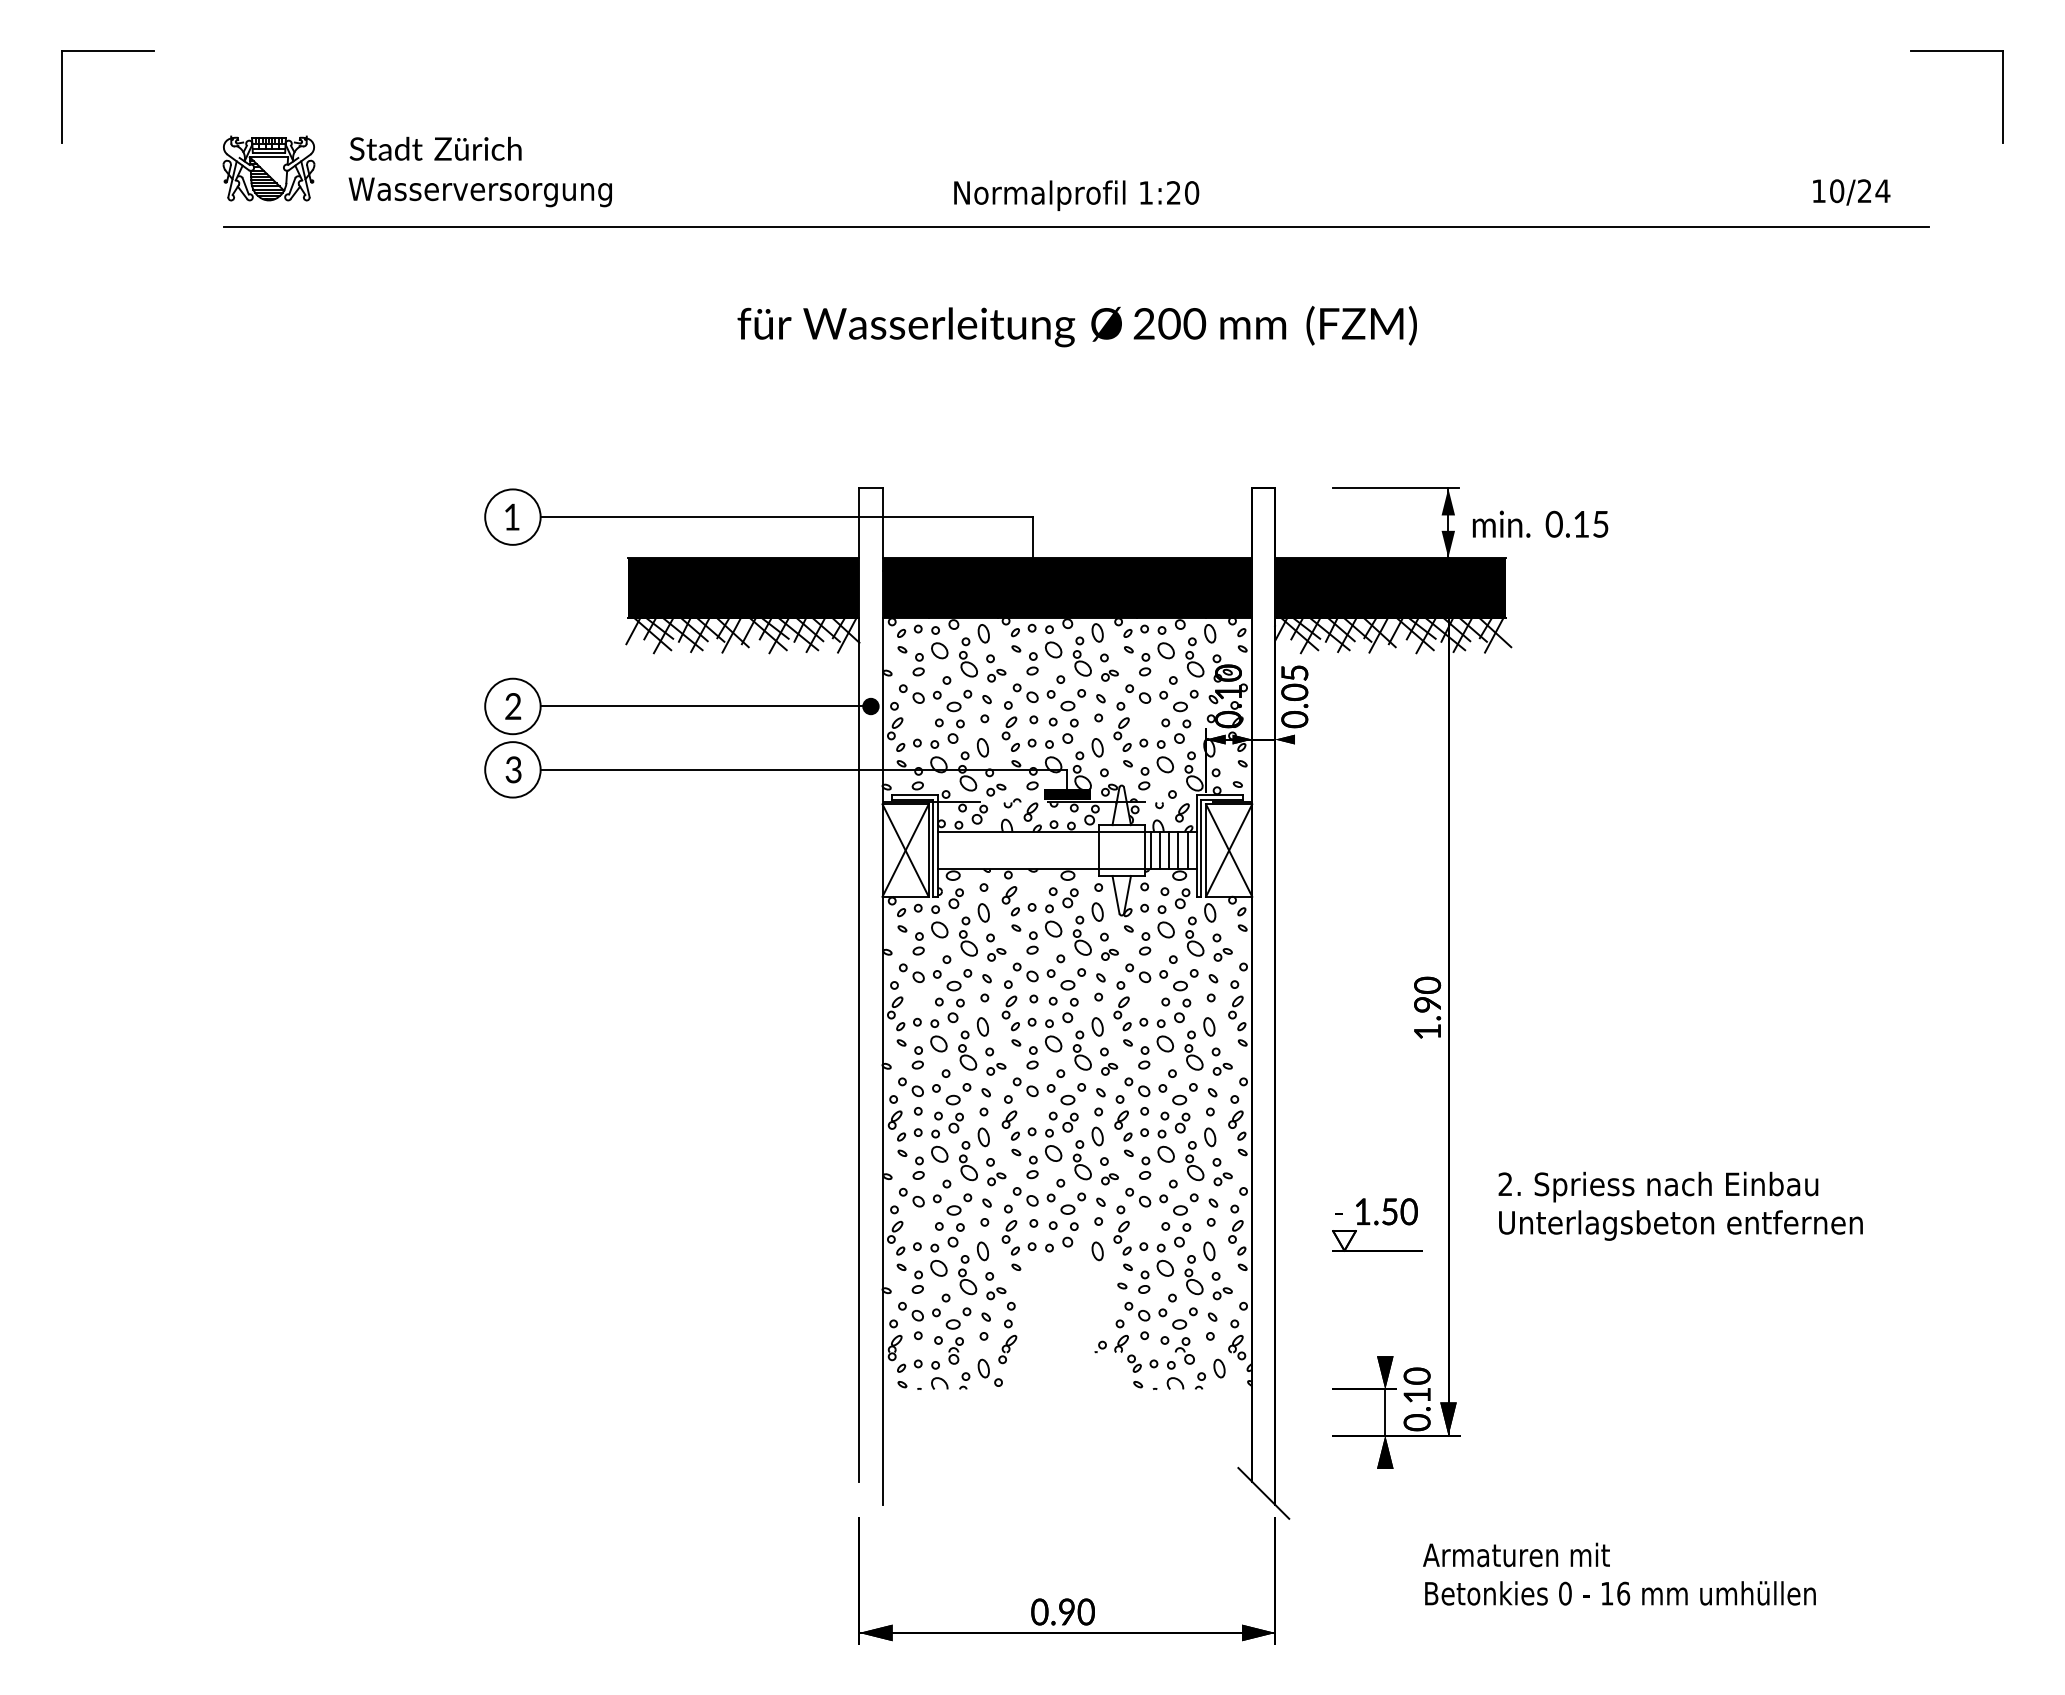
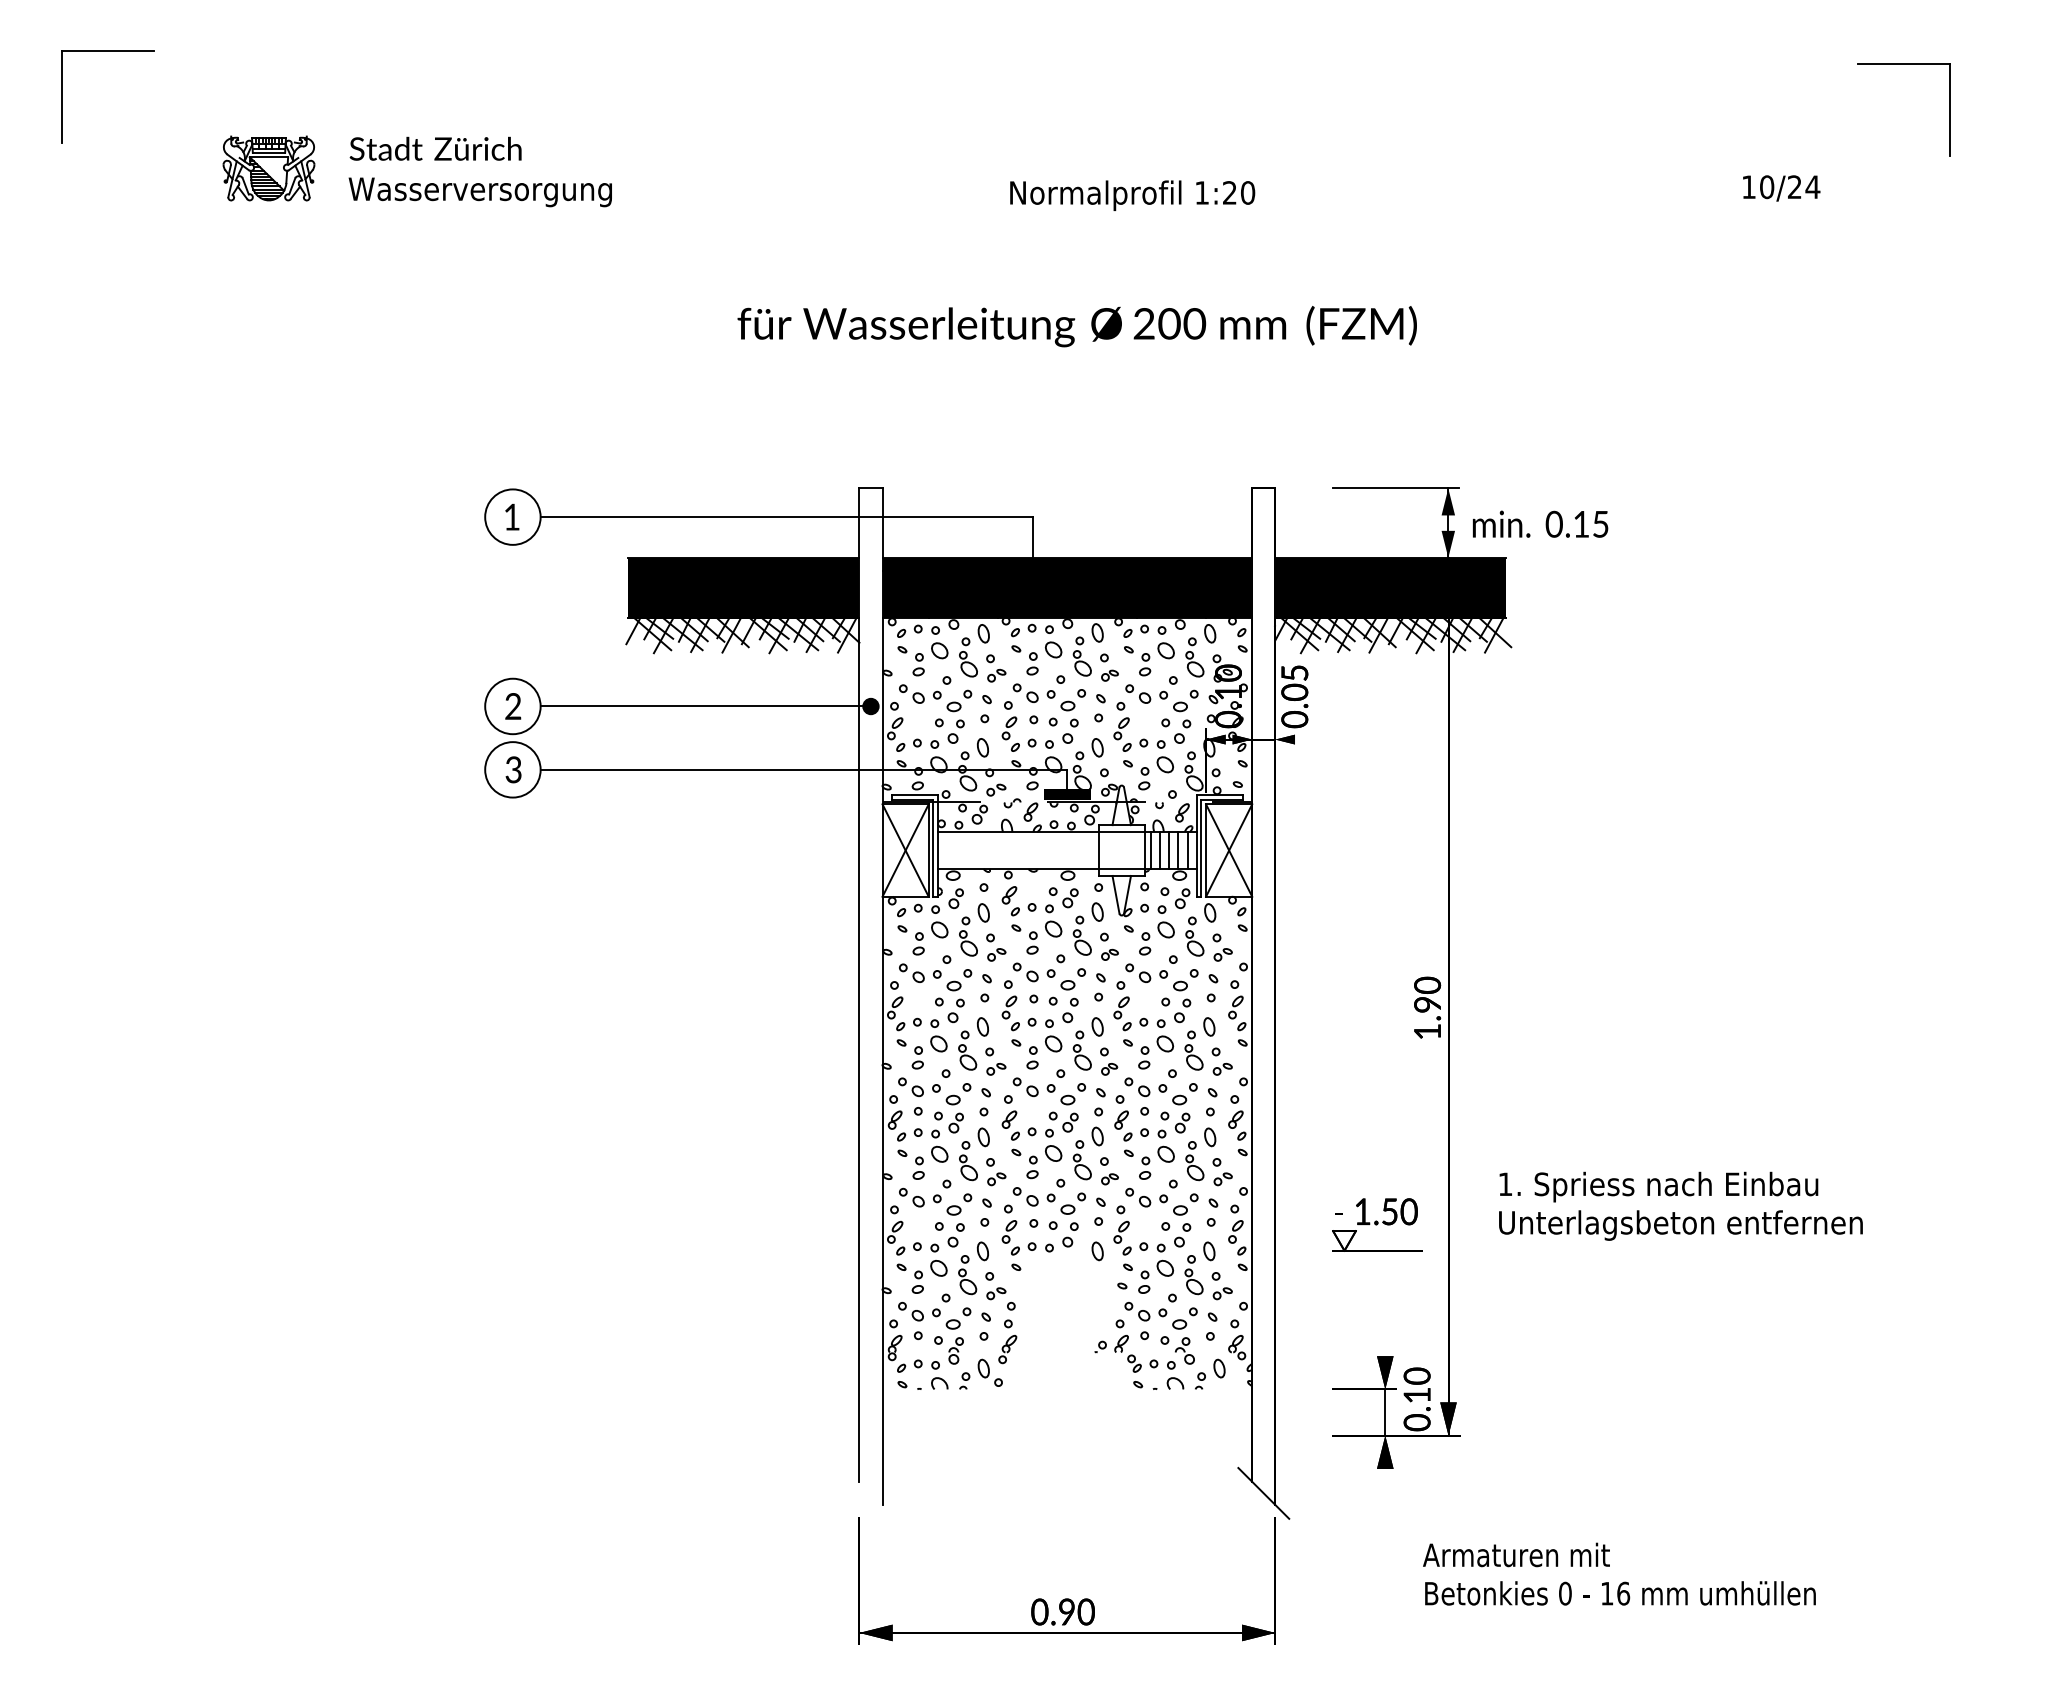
part at (1956, 51) position: (1956, 51) -> (1903, 64)
text at (1851, 192) position: (1851, 192) -> (1781, 188)
text at (1076, 195) position: (1076, 195) -> (1132, 195)
line at (1076, 226): present -> none
text at (1504, 1183): 2. -> 1.
